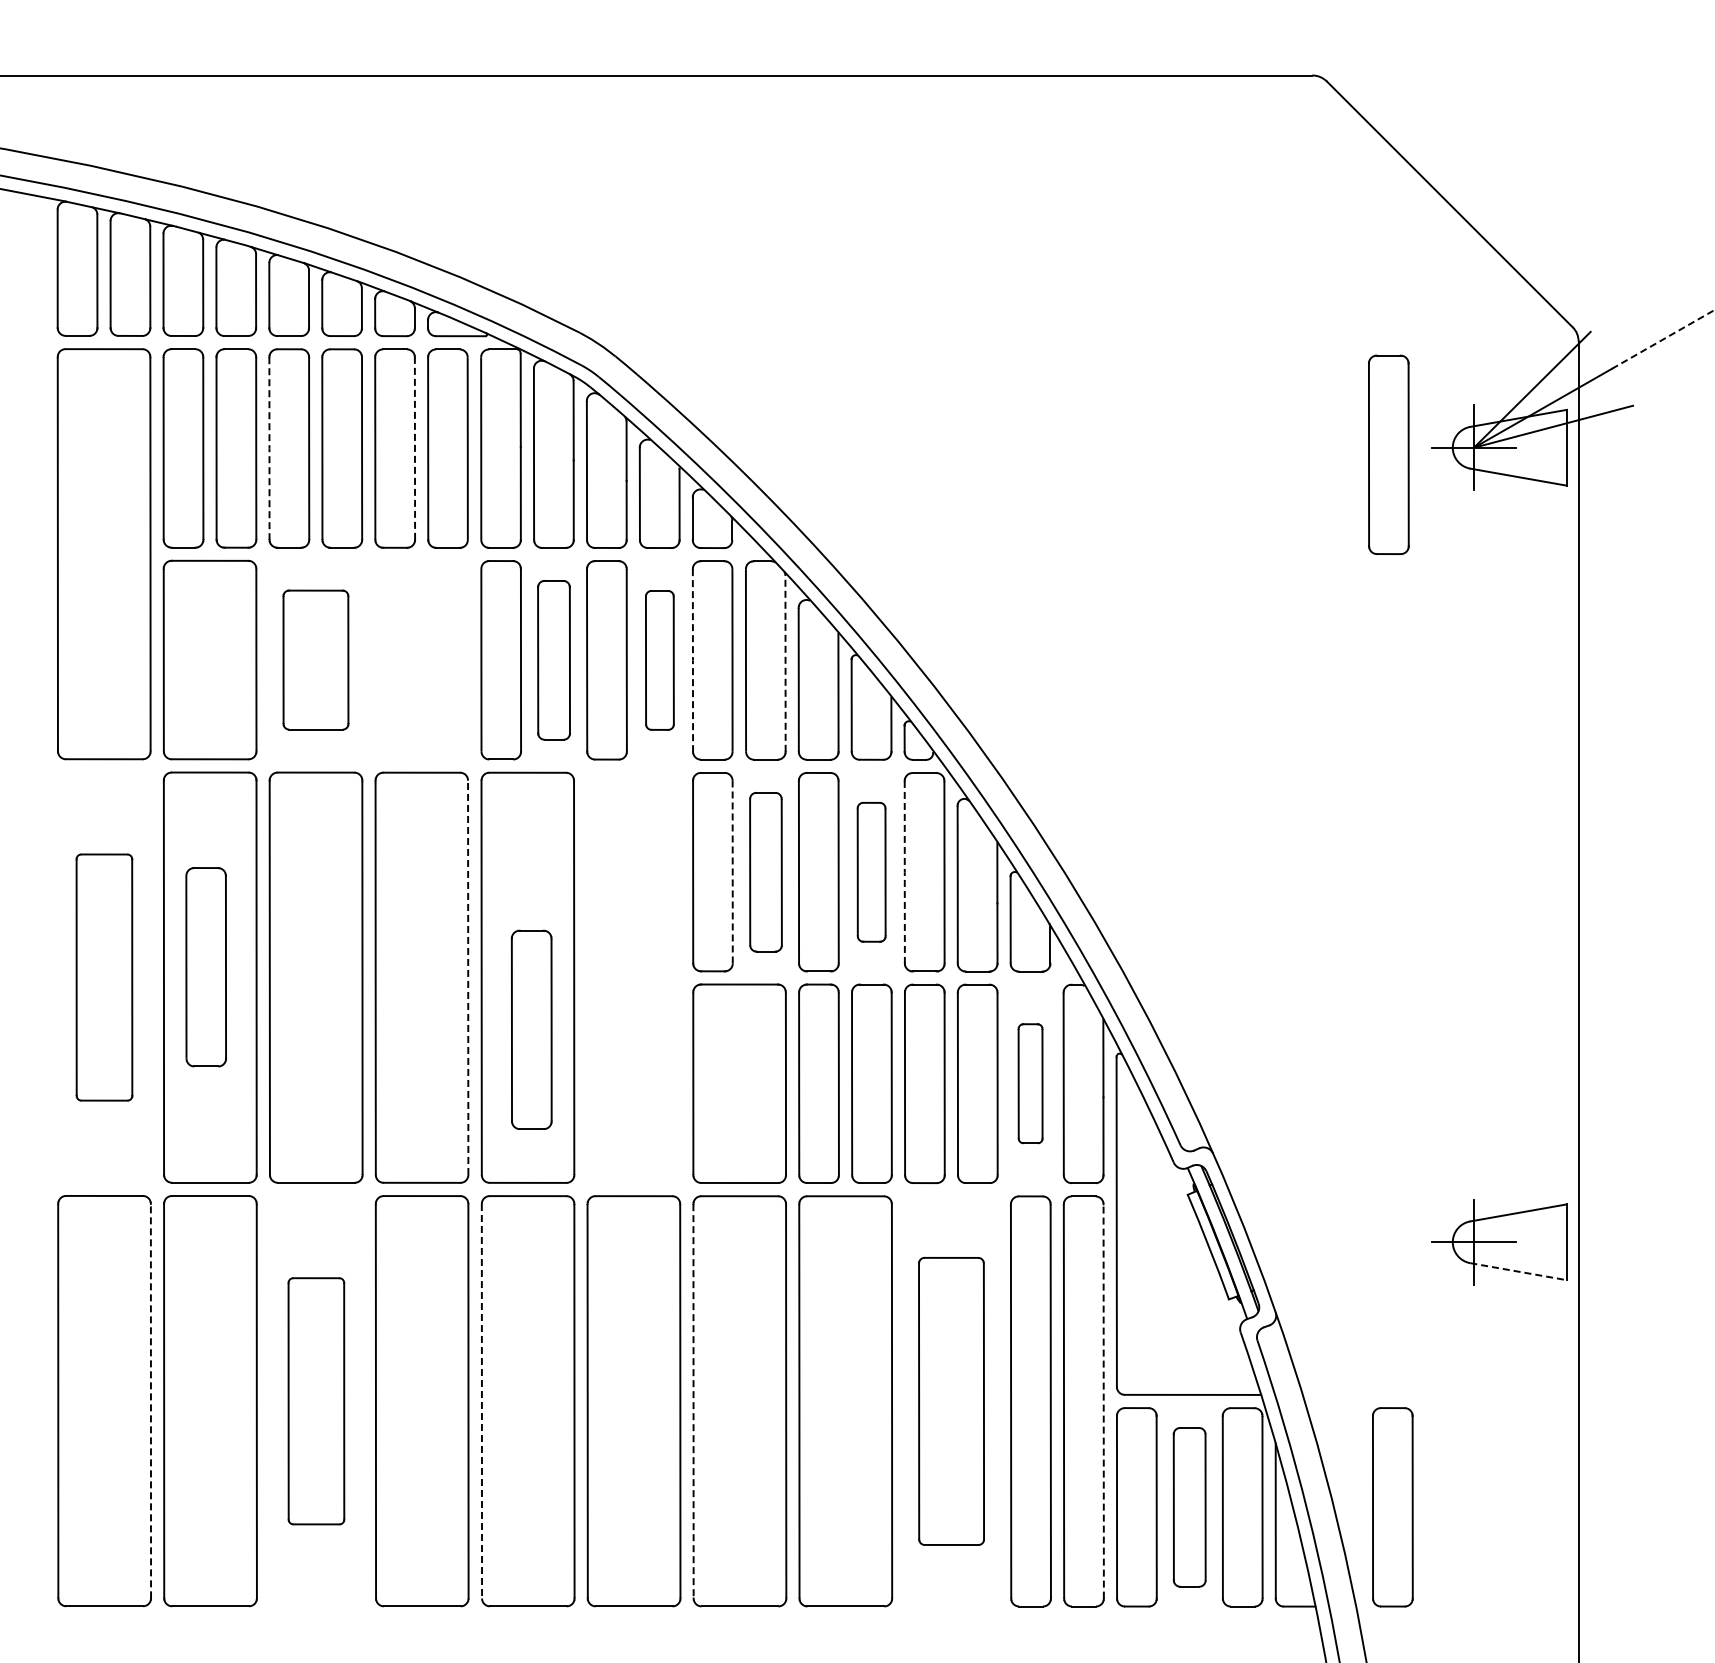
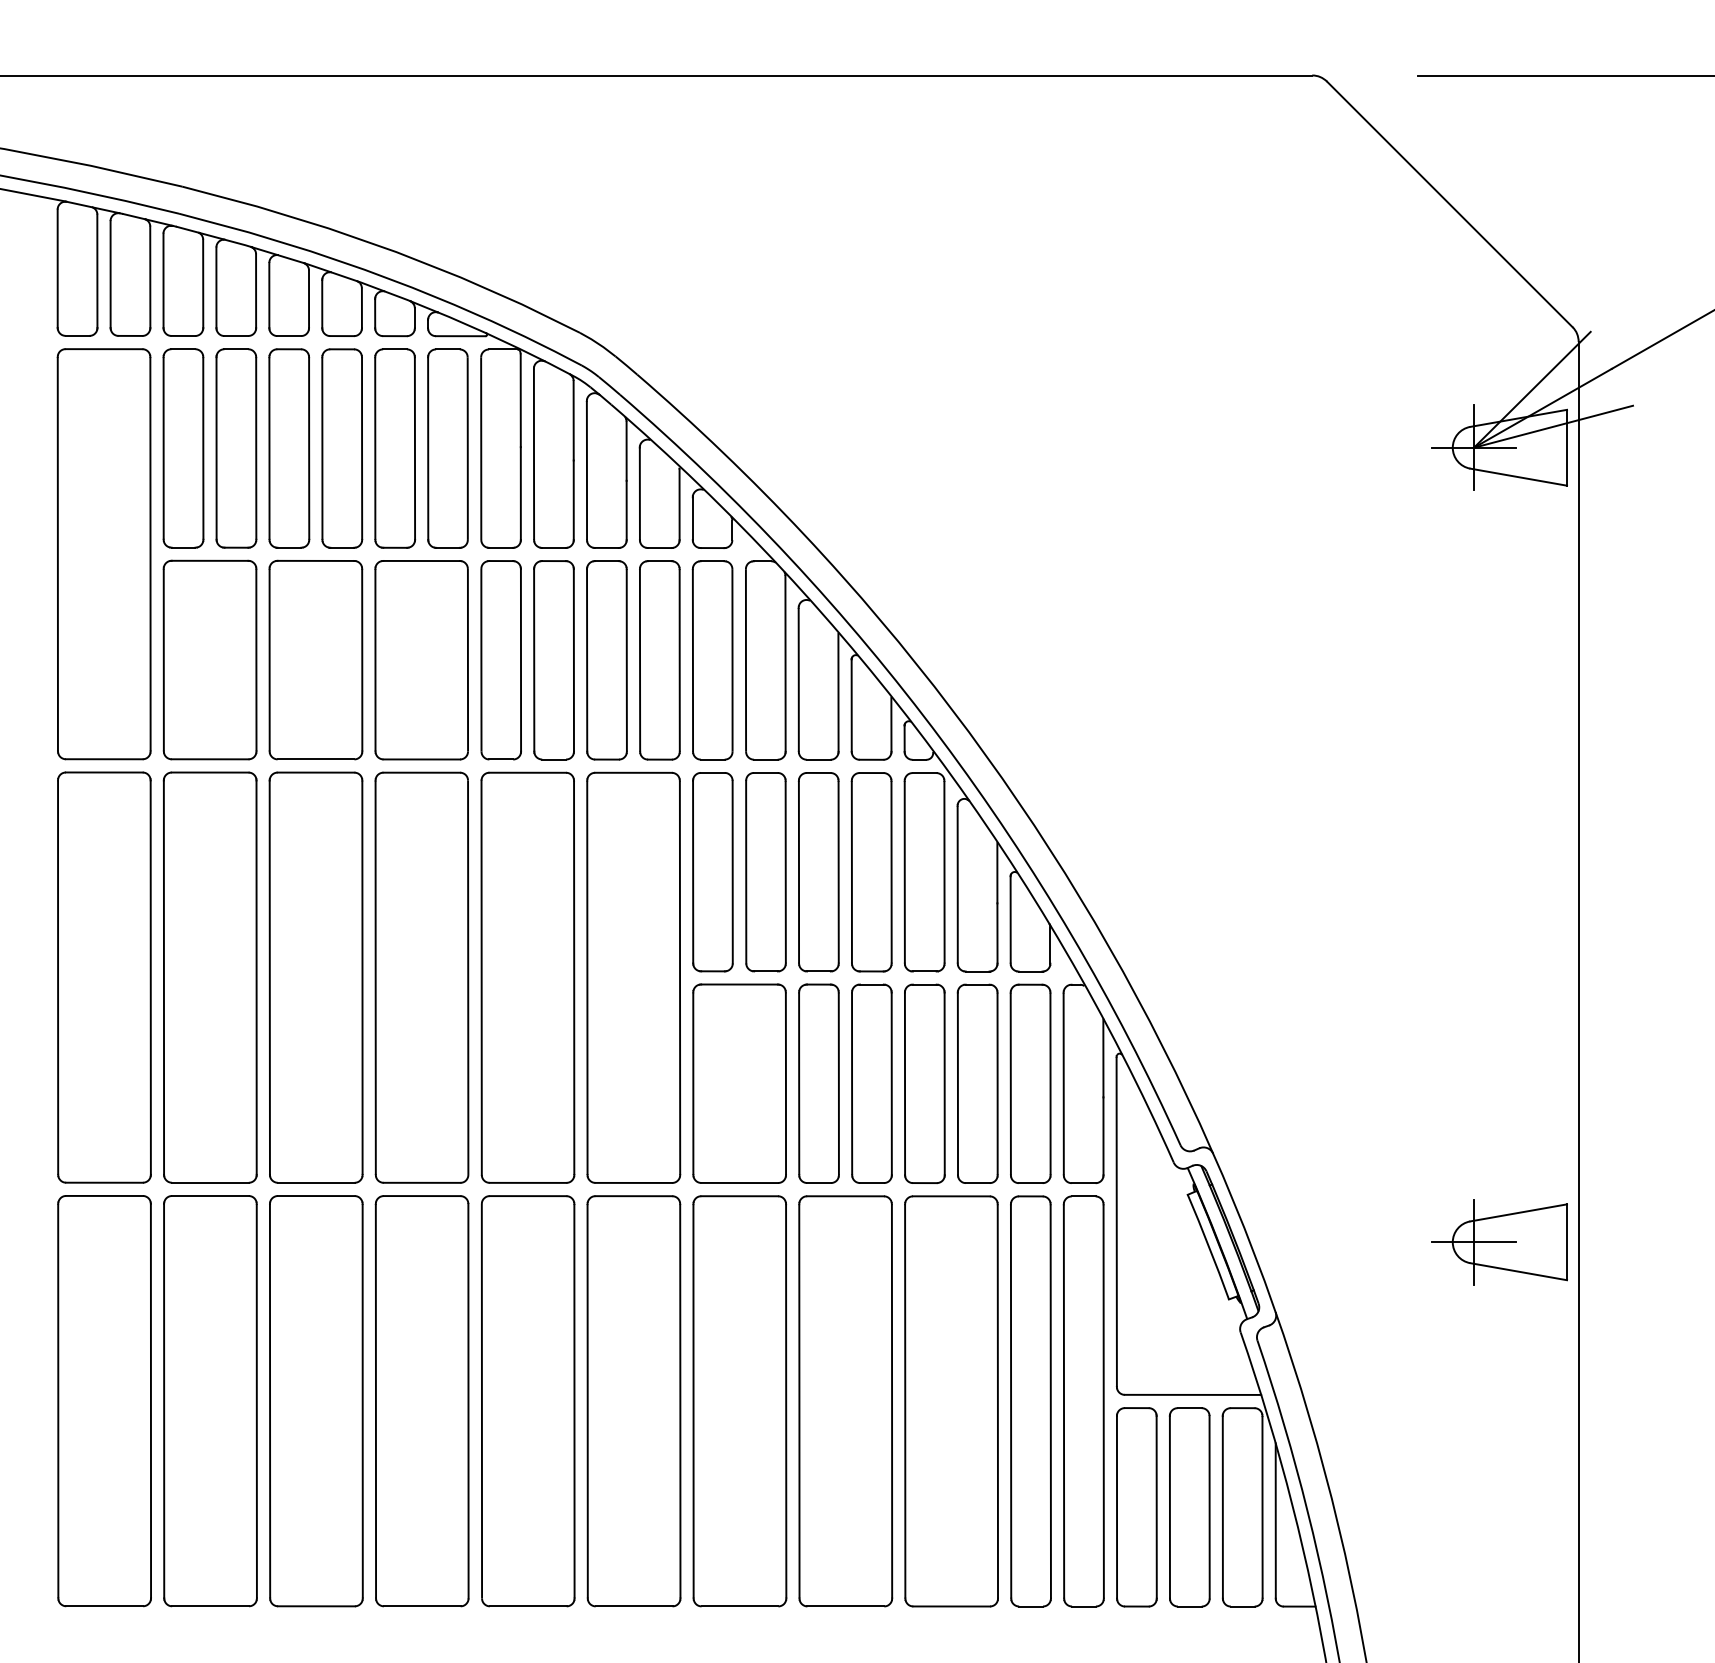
line at (1564, 75): none -> present
line at (1663, 339): dashed -> solid
line at (269, 448): dashed -> solid
line at (414, 448): dashed -> solid
part at (1388, 454): present -> none
part at (315, 659) size: 68x142 px -> 96x202 px
part at (421, 660): none -> present
part at (553, 660) size: 34x161 px -> 42x201 px
part at (659, 660) size: 30x141 px -> 42x201 px
line at (692, 660): dashed -> solid
line at (785, 663): dashed -> solid
line at (732, 871): dashed -> solid
part at (871, 871) size: 31x142 px -> 43x201 px
part at (765, 872) size: 34x161 px -> 42x201 px
line at (904, 872): dashed -> solid
part at (205, 967): present -> none
part at (104, 977) size: 59x249 px -> 95x413 px
line at (468, 977): dashed -> solid
part at (633, 977): none -> present
part at (531, 1029): present -> none
part at (1030, 1083) size: 27x122 px -> 43x201 px
line at (1519, 1271): dashed -> solid
line at (150, 1400): dashed -> solid
part at (316, 1401) size: 59x249 px -> 95x413 px
line at (481, 1401): dashed -> solid
line at (693, 1401): dashed -> solid
part at (951, 1401) size: 67x289 px -> 95x413 px
line at (1103, 1401): dashed -> solid
part at (1189, 1507) size: 35x161 px -> 43x201 px
part at (1392, 1507): present -> none
